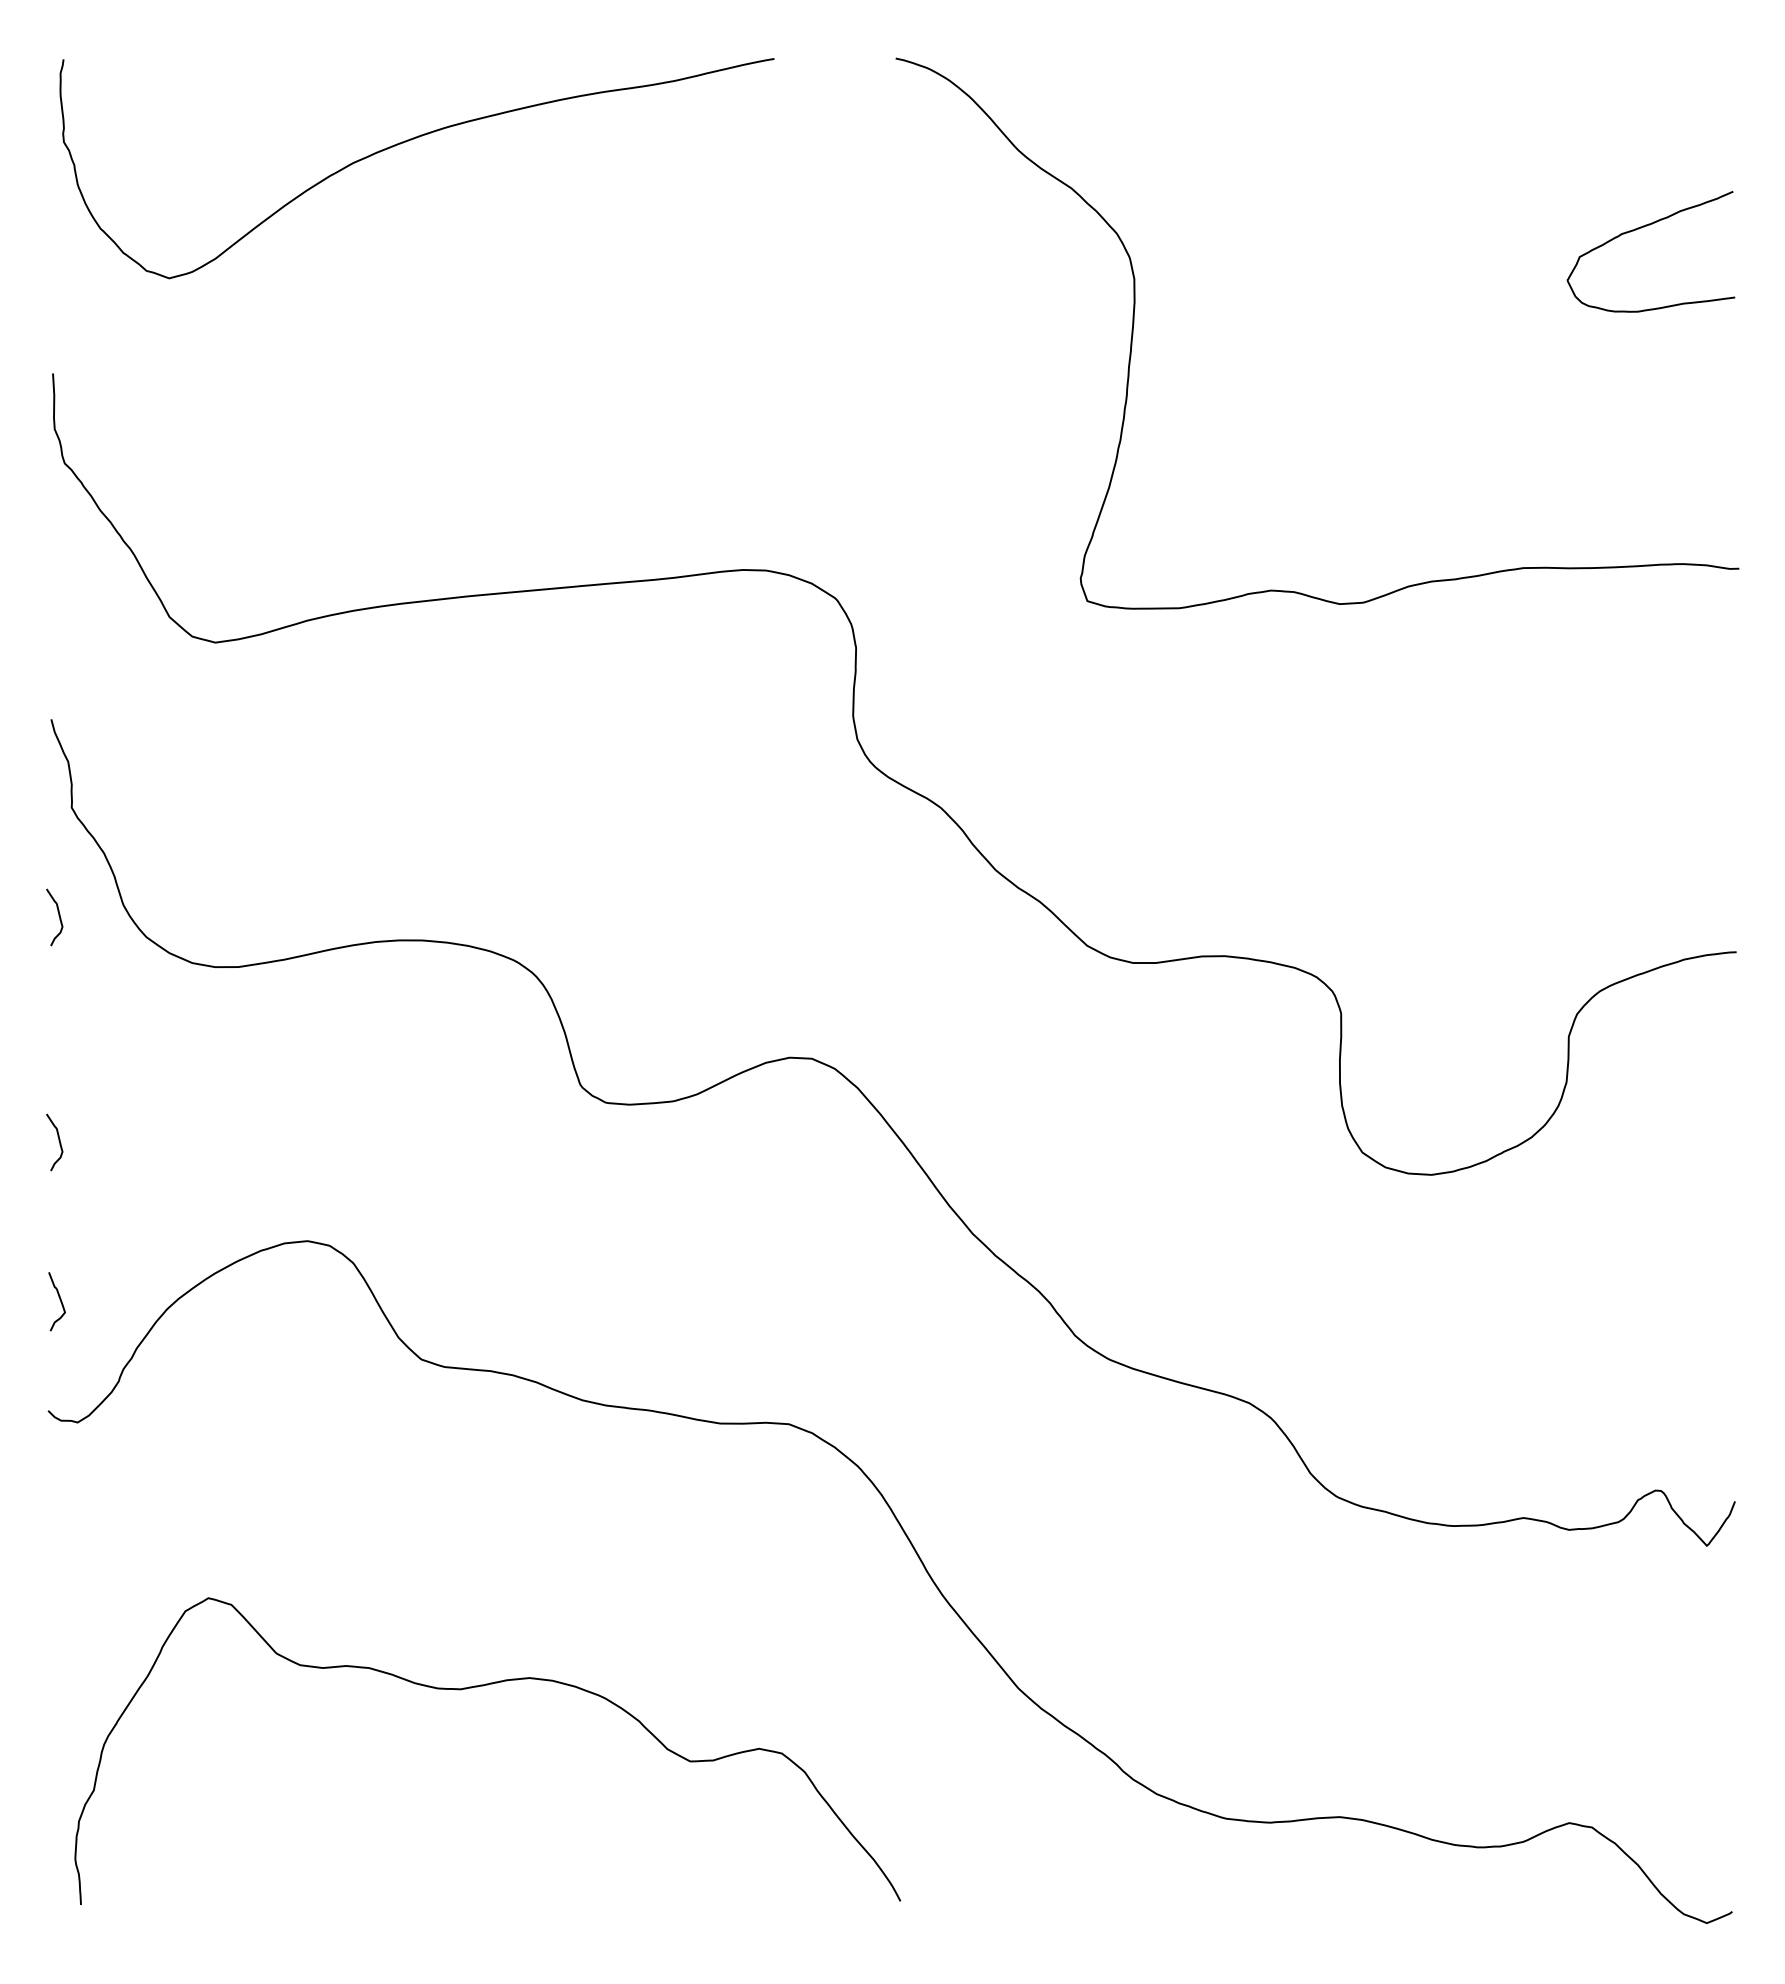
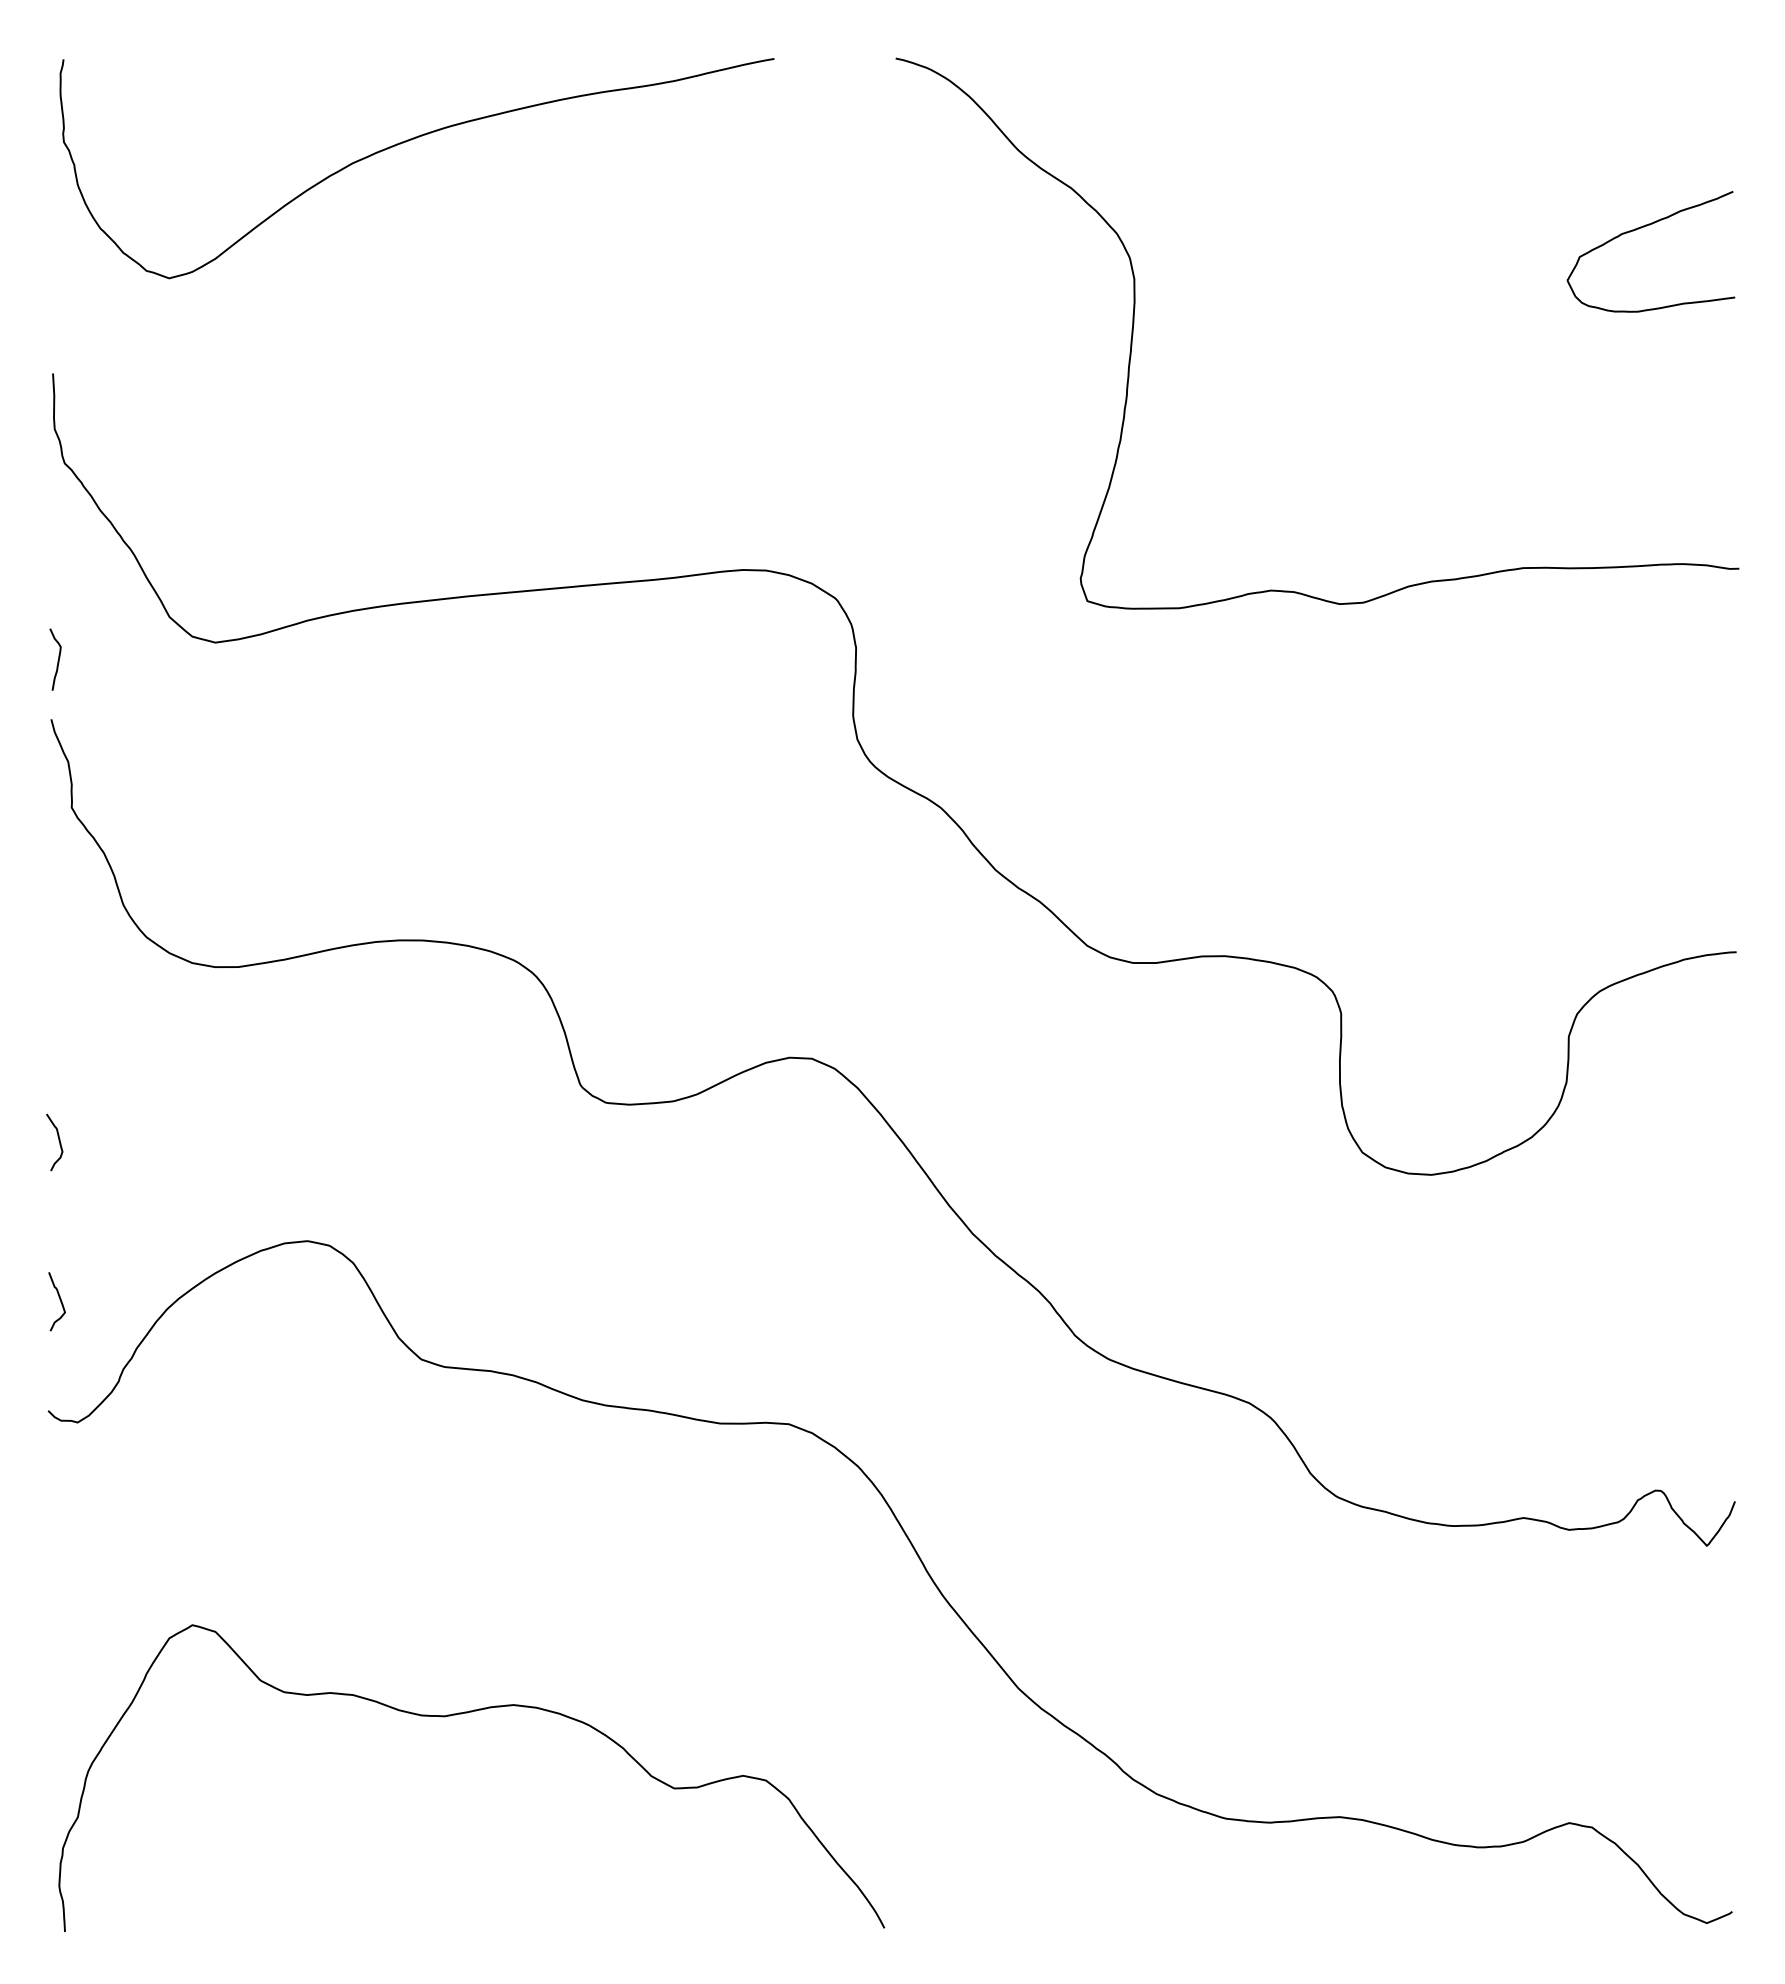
curve at (57, 660): none -> present
curve at (58, 916): present -> none
curve at (477, 1687) position: (477, 1687) -> (461, 1714)
